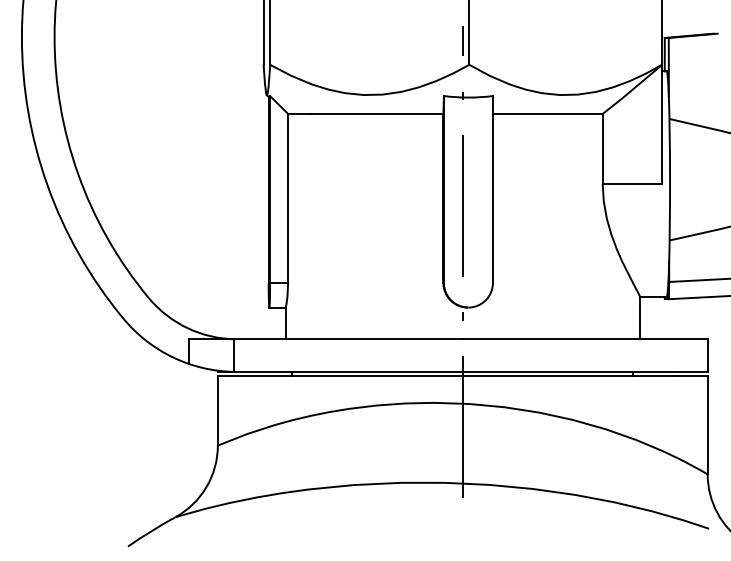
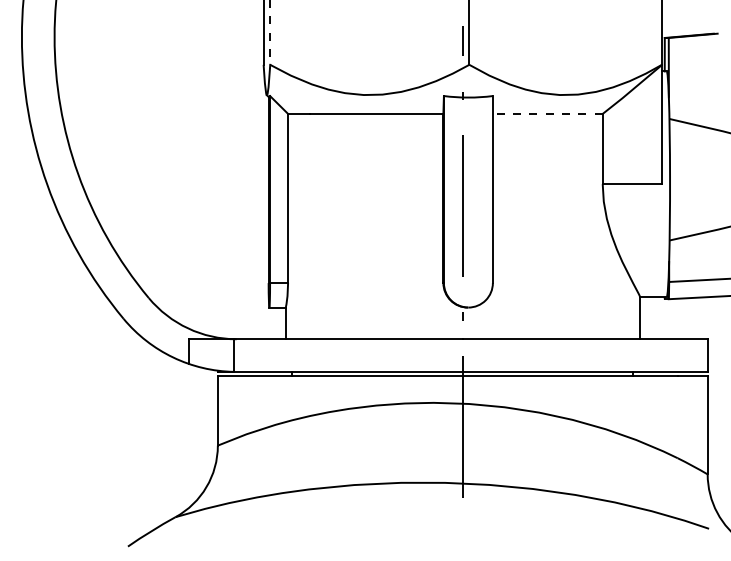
line at (270, 32): solid -> dashed
line at (547, 113): solid -> dashed
